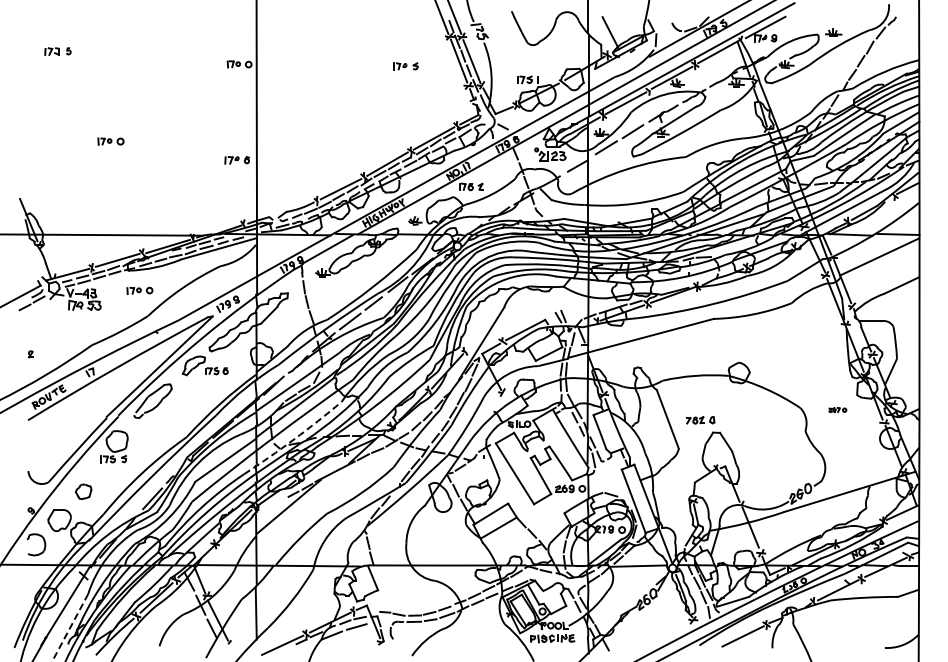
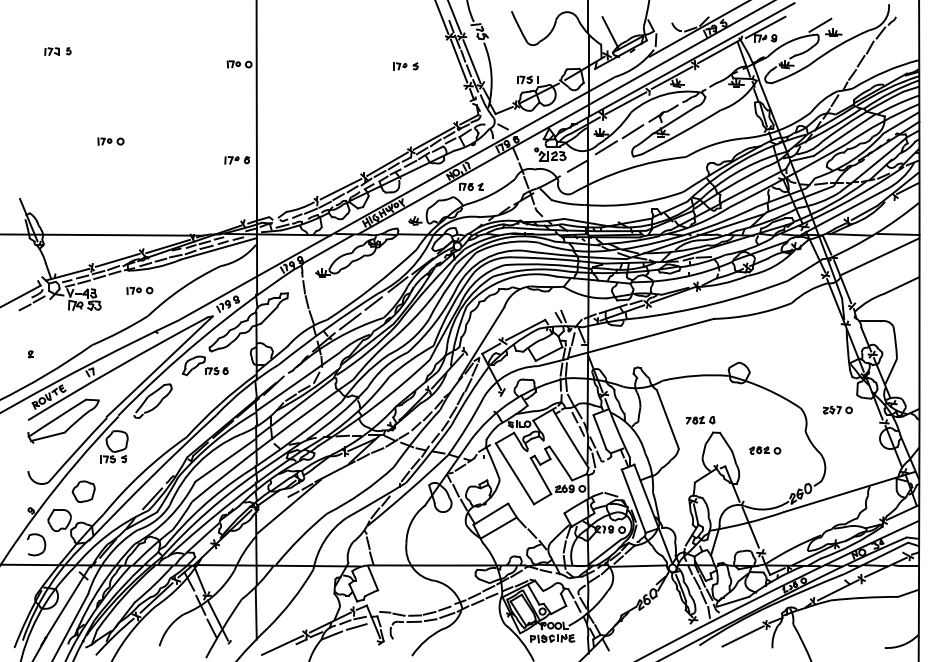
line at (820, 24): none -> present
part at (837, 410) size: 20x7 px -> 30x10 px
part at (63, 420): none -> present
arc at (294, 439): dashed -> solid
part at (765, 450): none -> present
part at (83, 491) size: 18x17 px -> 25x24 px
line at (69, 628): dashed -> solid
